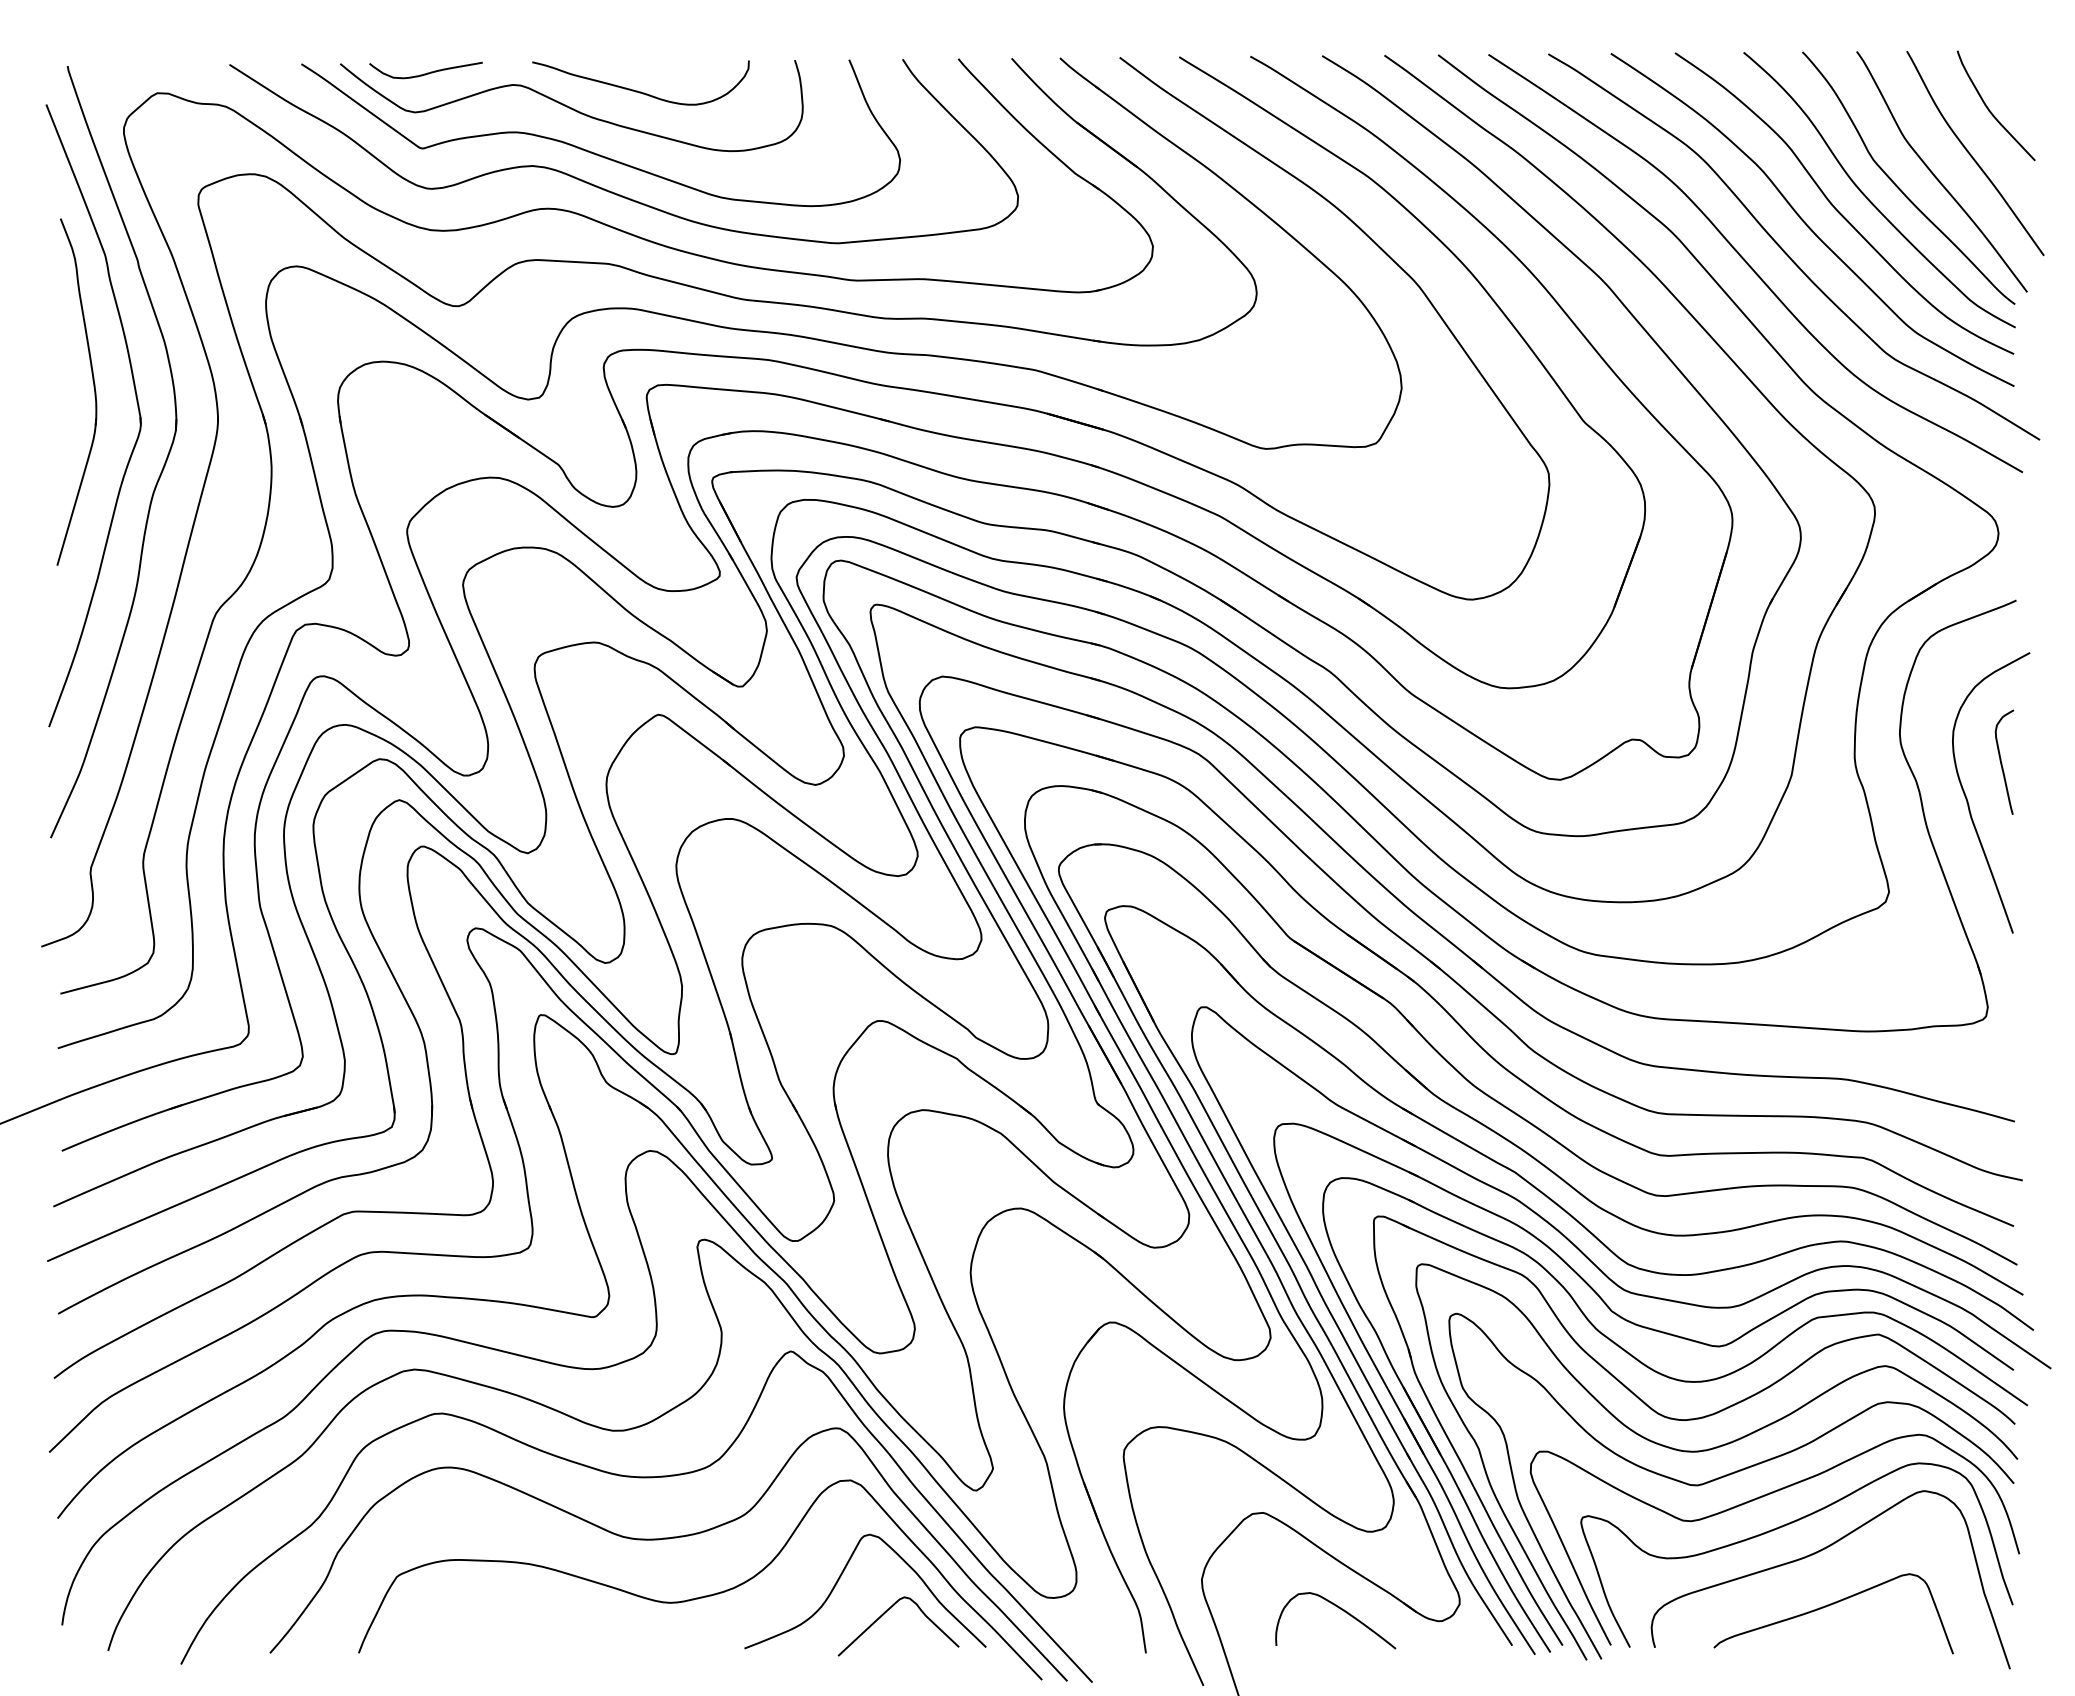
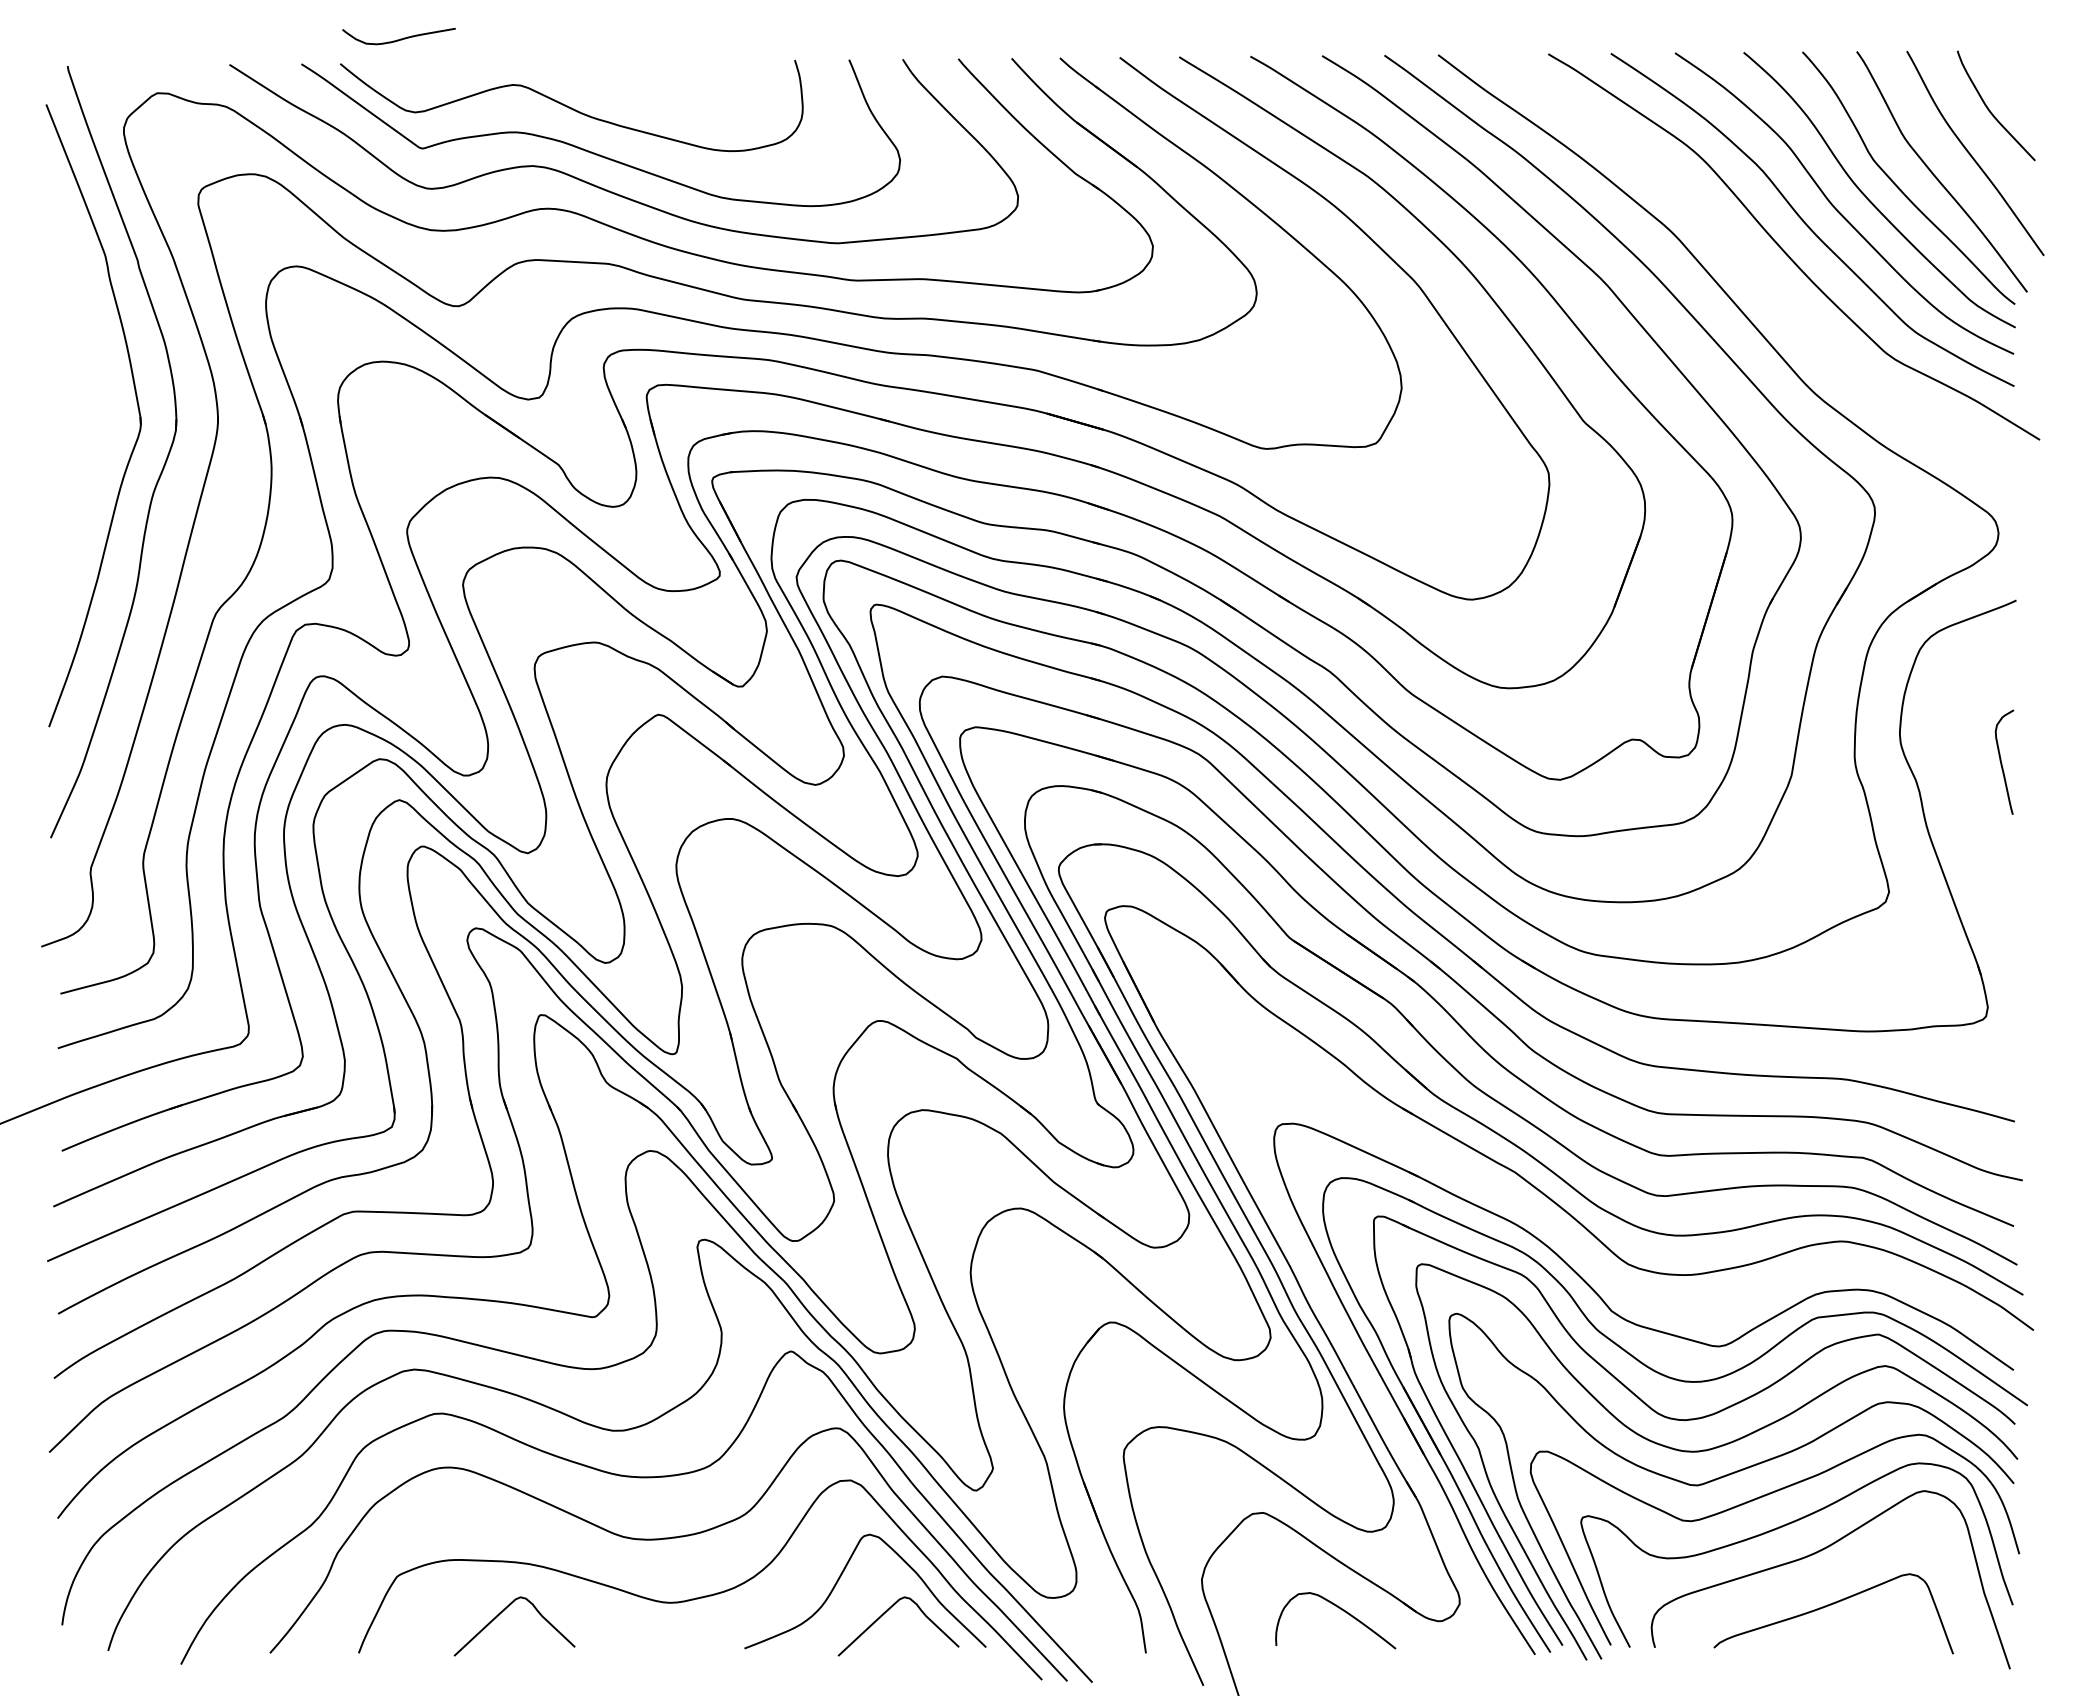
curve at (427, 72) position: (427, 72) -> (400, 38)
curve at (637, 90): present -> none
curve at (1751, 266): present -> none
part at (93, 387): present -> none
curve at (1968, 801): present -> none
part at (1632, 1294): present -> none
curve at (501, 1613): none -> present
